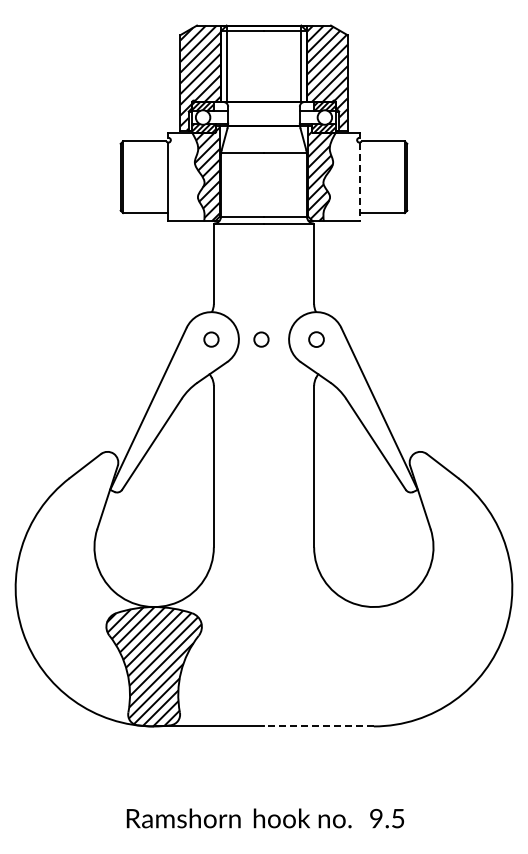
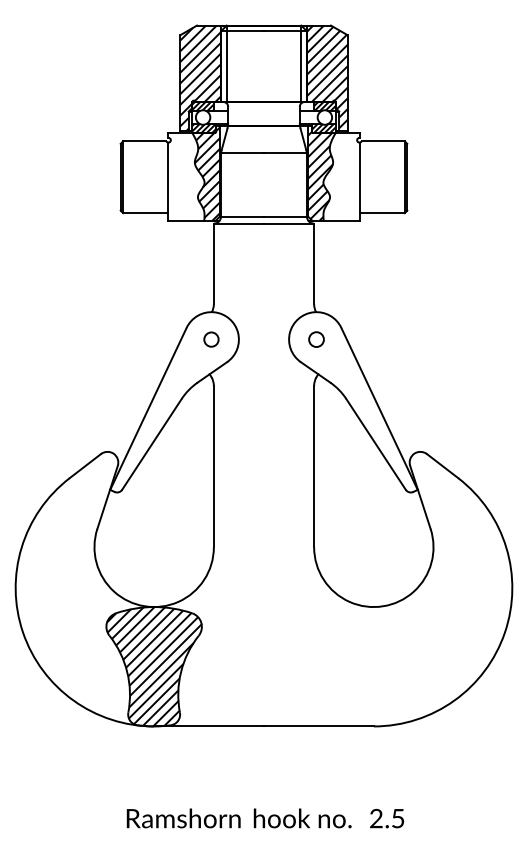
line at (359, 182): dashed -> solid
circle at (261, 339): present -> none
line at (318, 726): dashed -> solid
text at (376, 818): 9.5 -> 2.5
